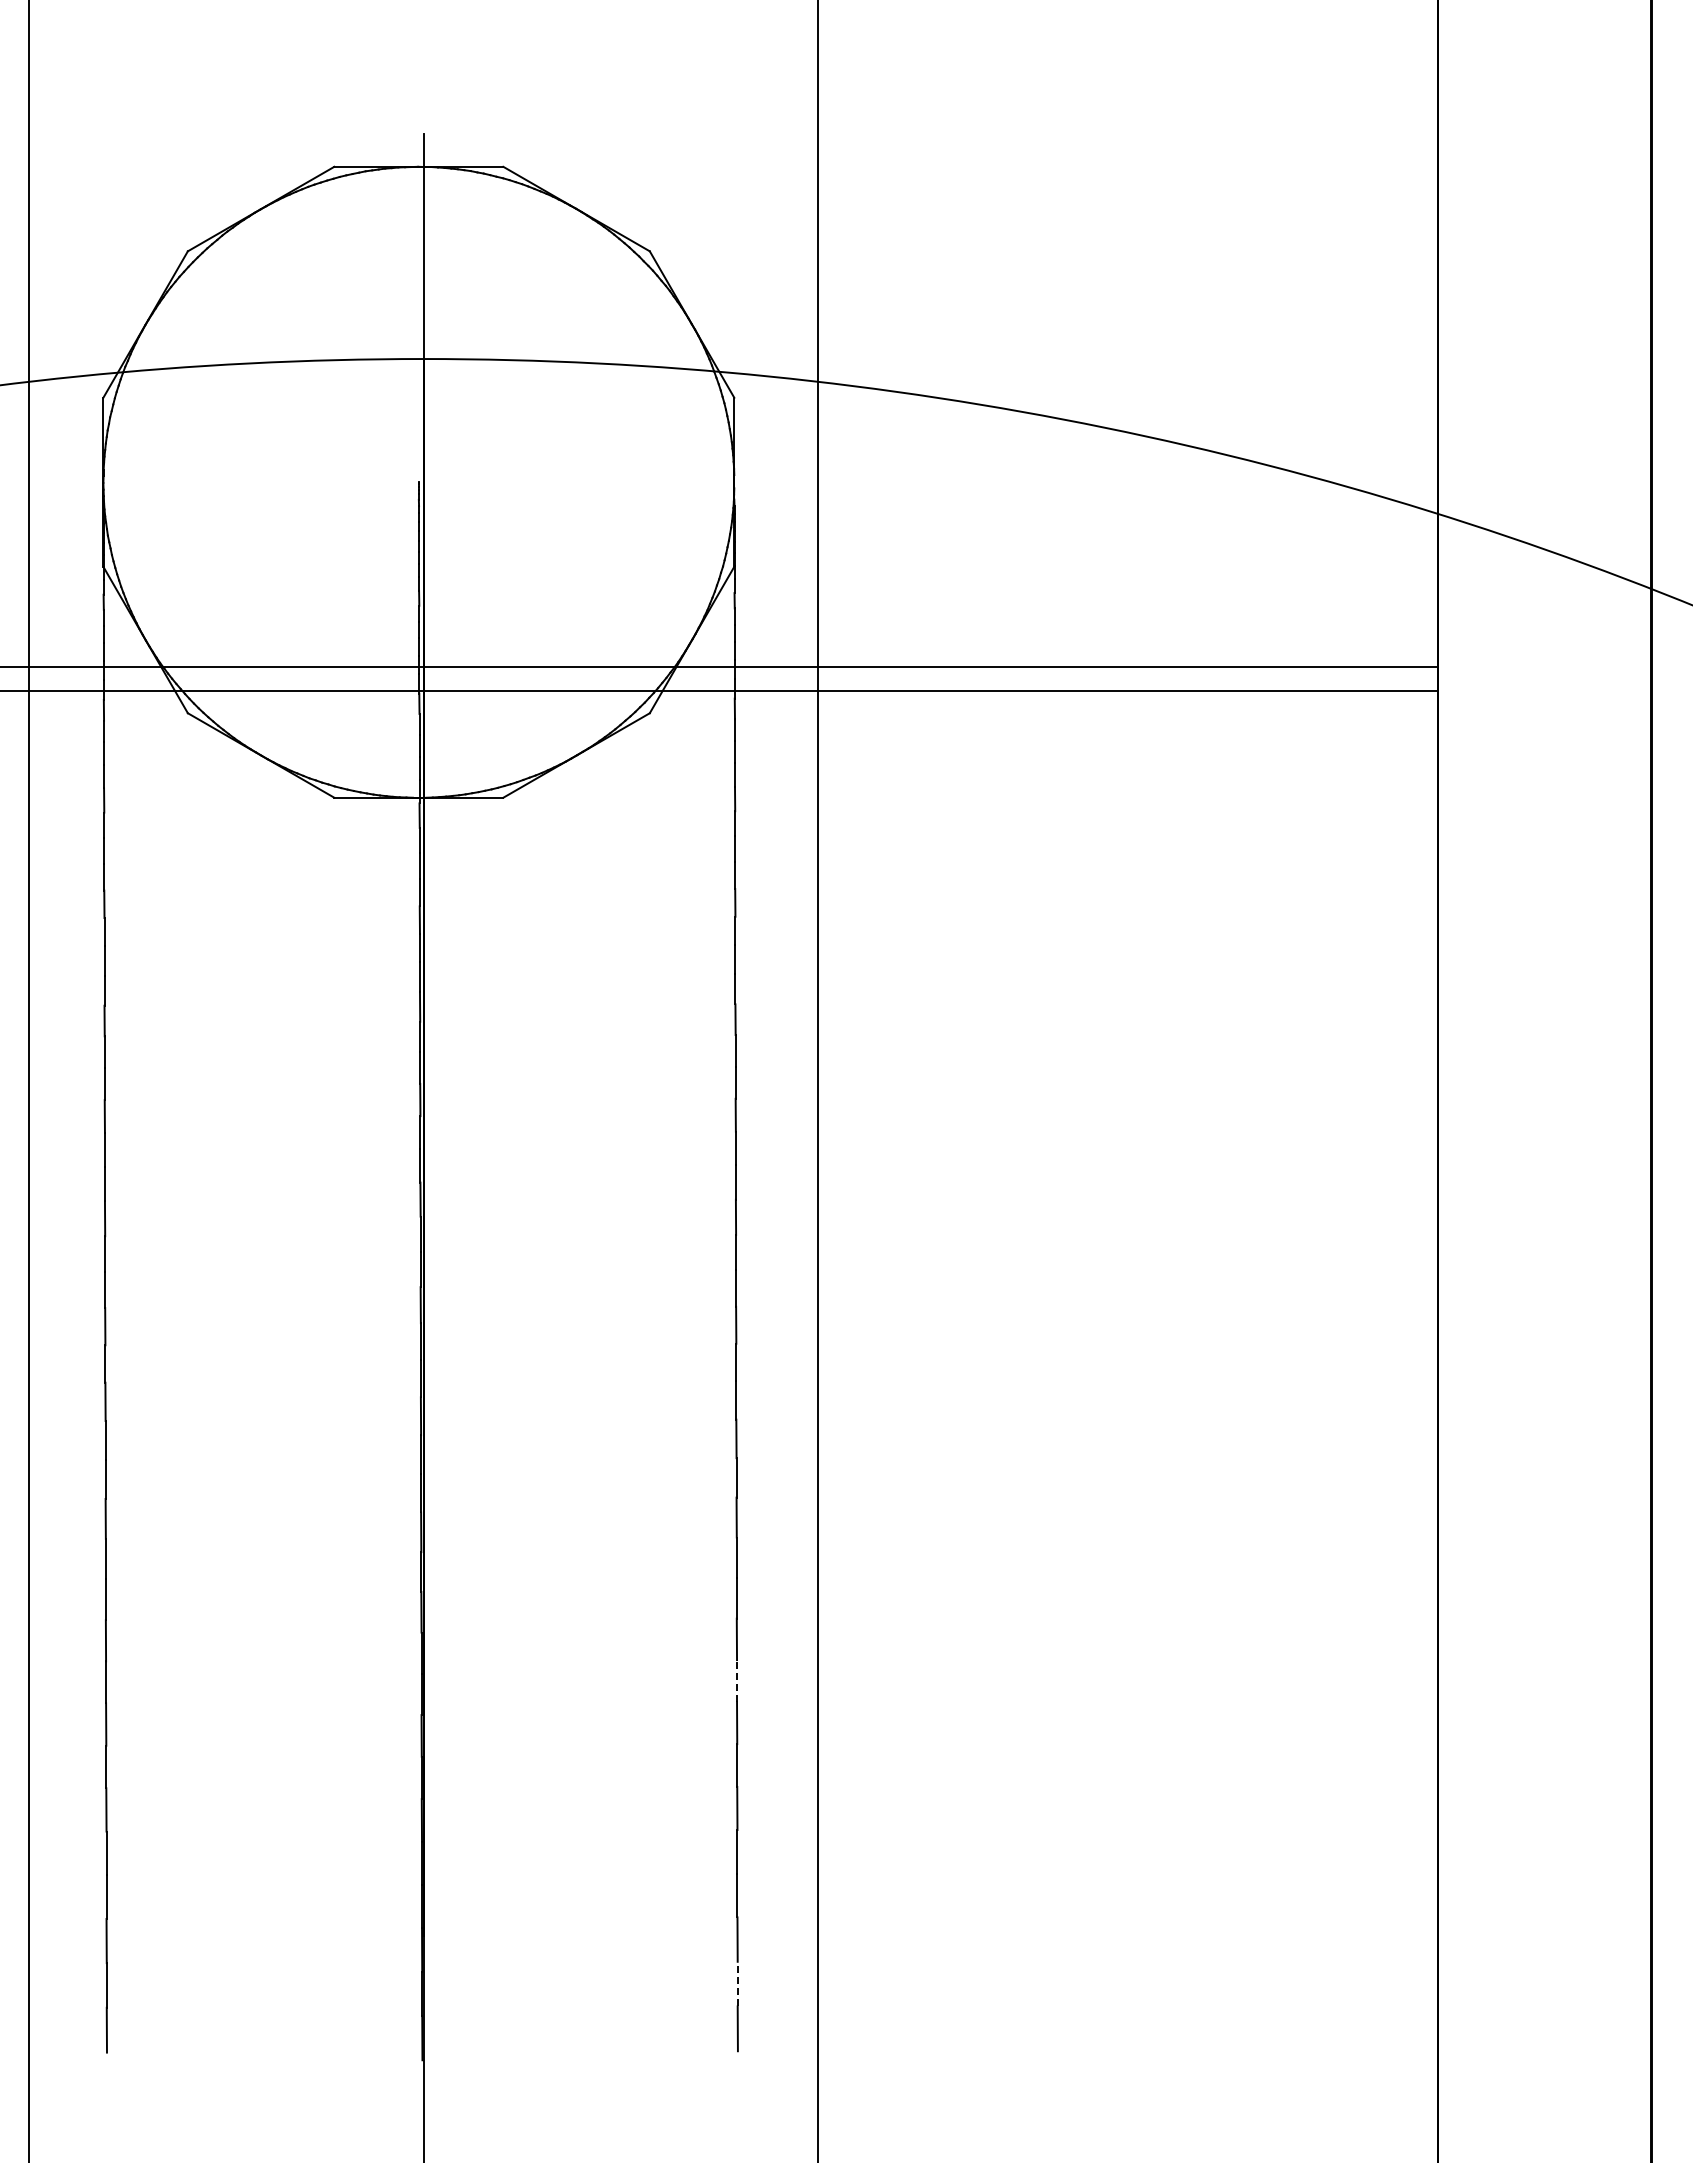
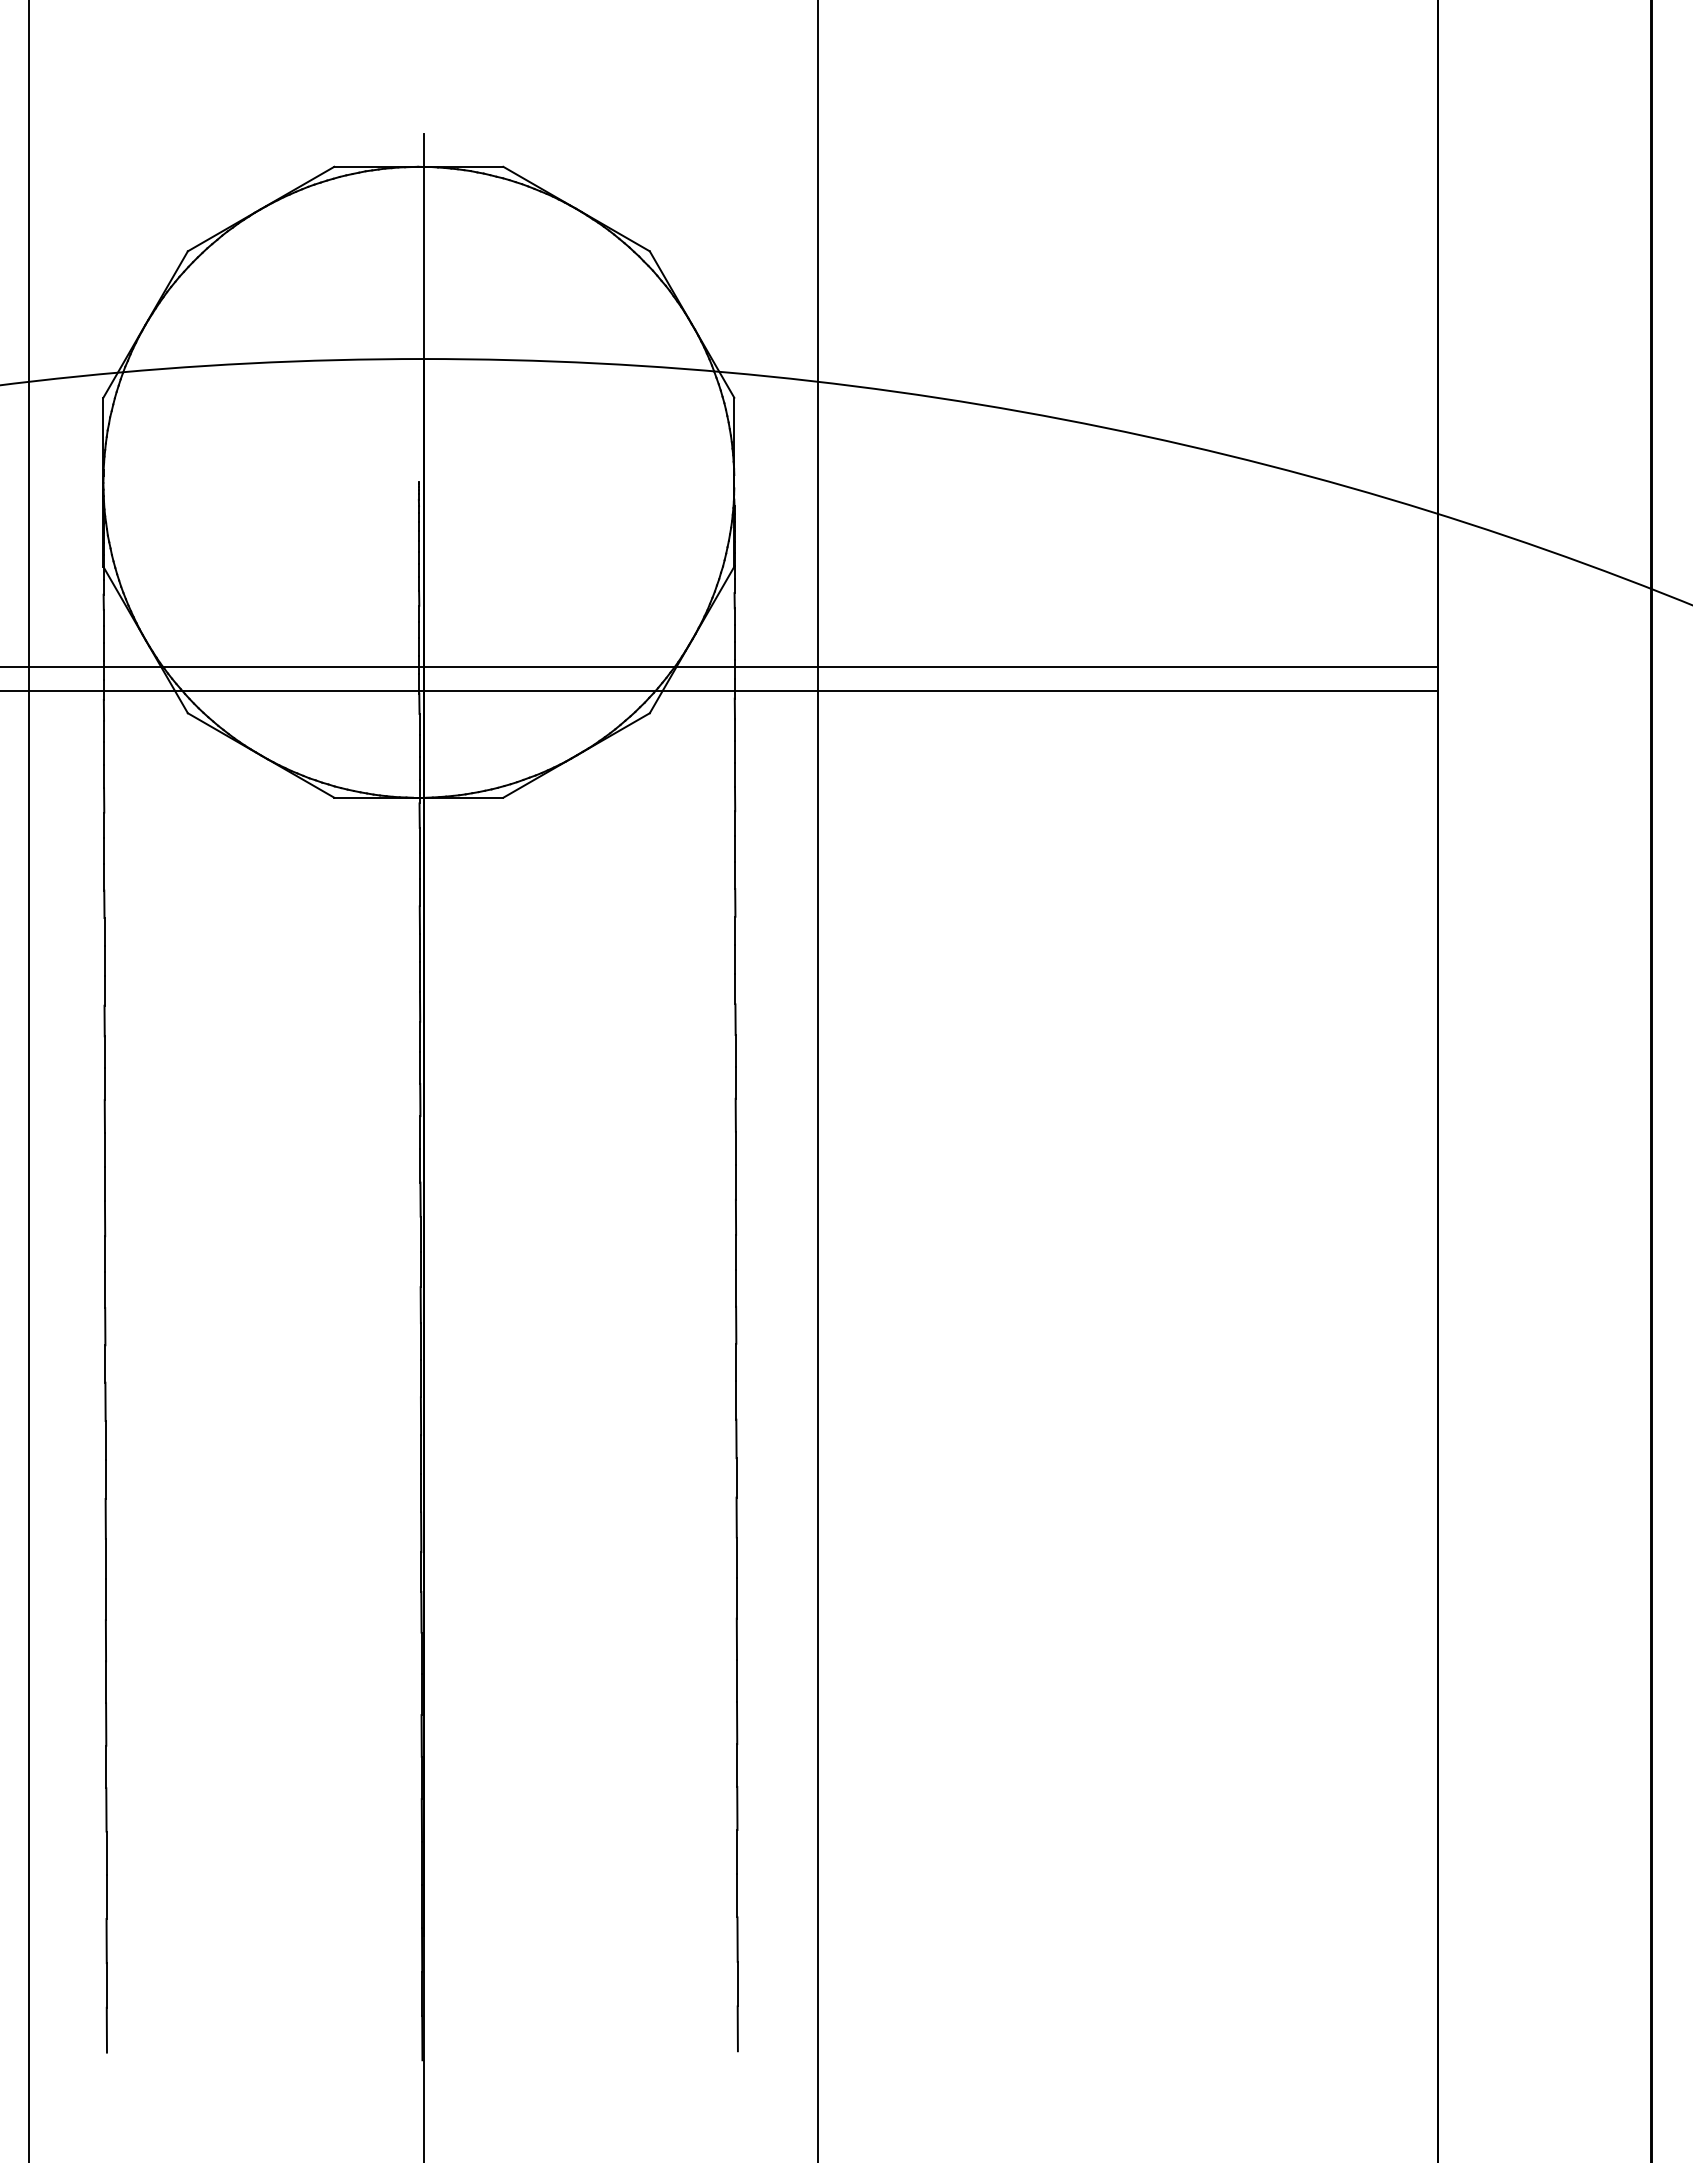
line at (737, 1681): dashed -> solid
line at (737, 1983): dashed -> solid
